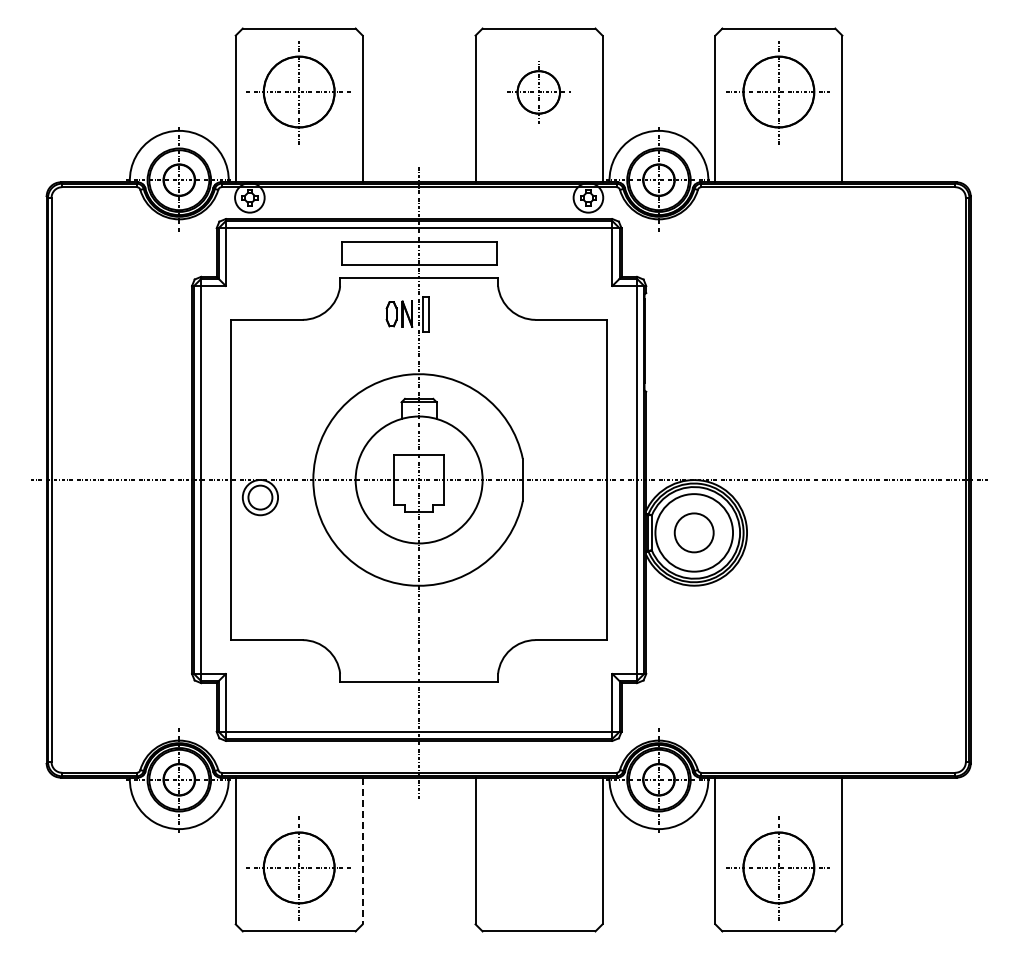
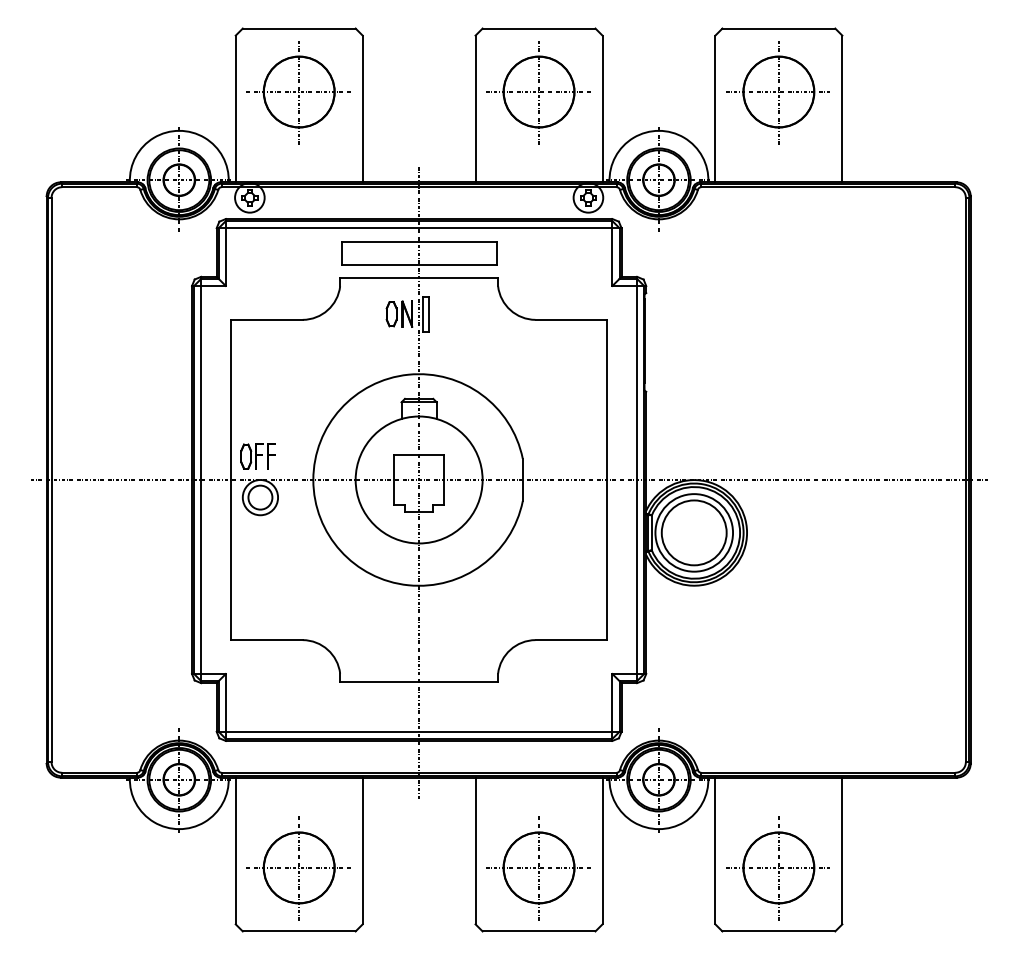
part at (538, 92) size: 64x63 px -> 105x104 px
part at (257, 456): none -> present
circle at (693, 532) diameter: 39 px -> 65 px
line at (362, 851): dashed -> solid
part at (538, 868): none -> present
